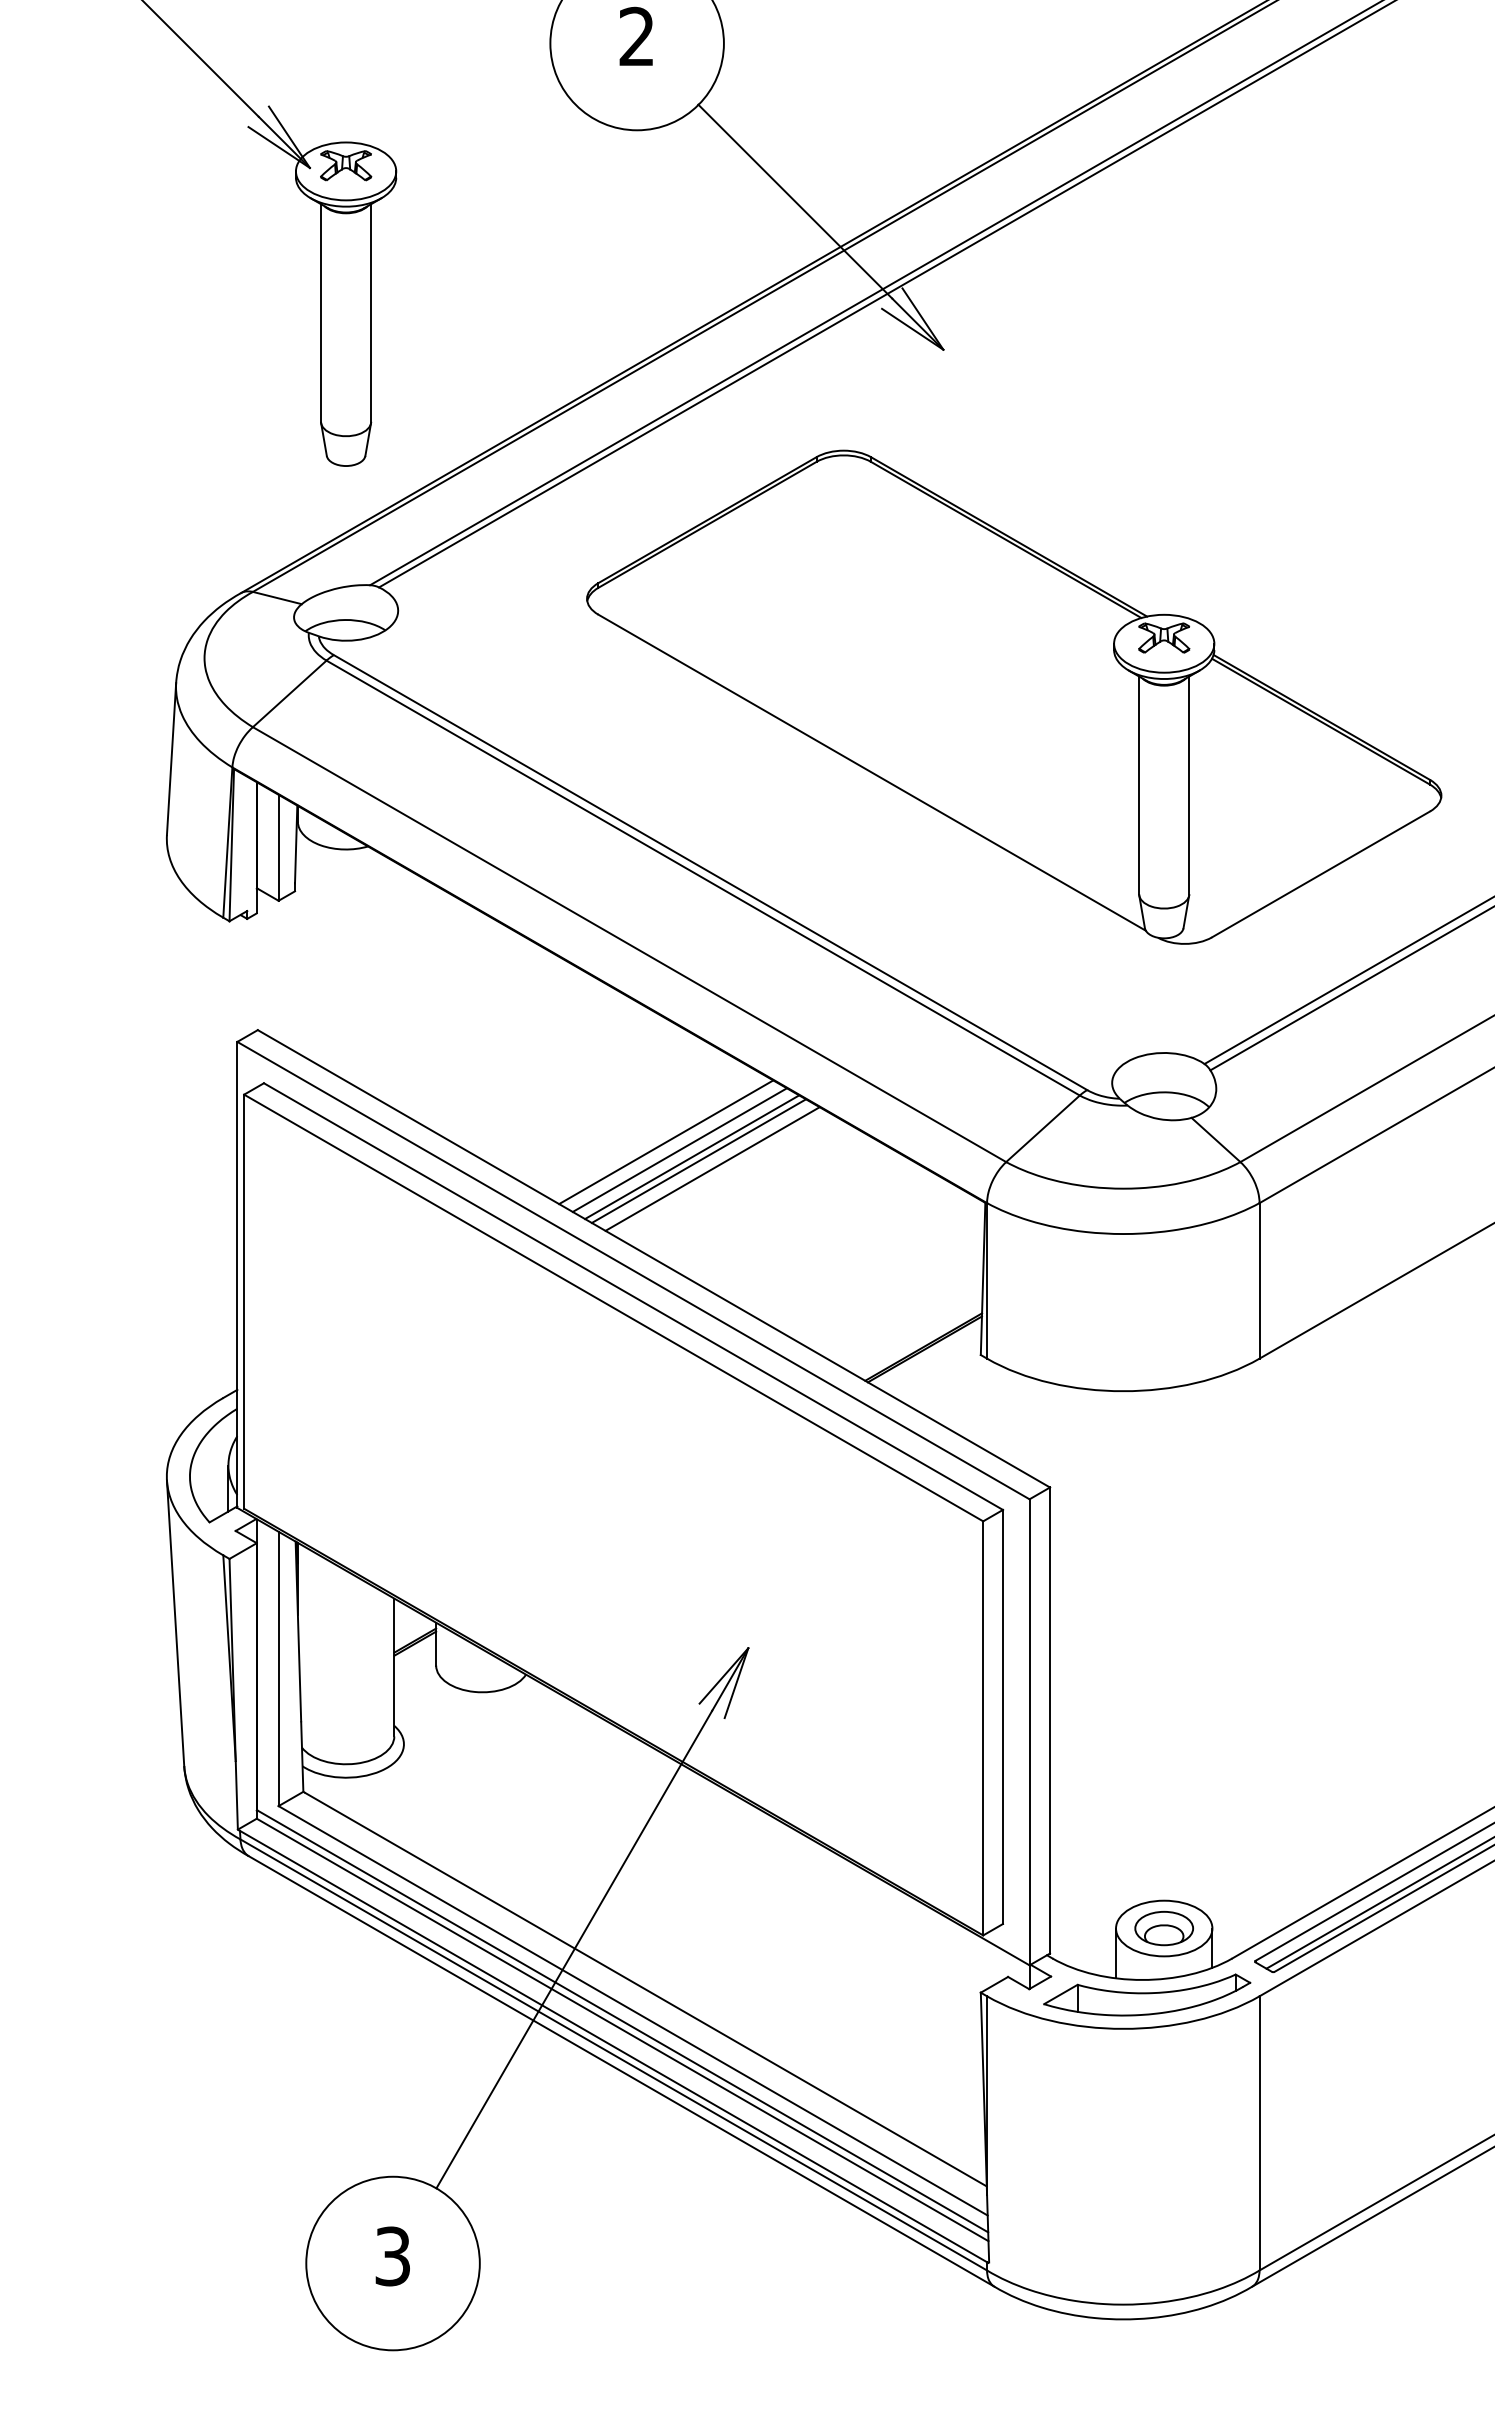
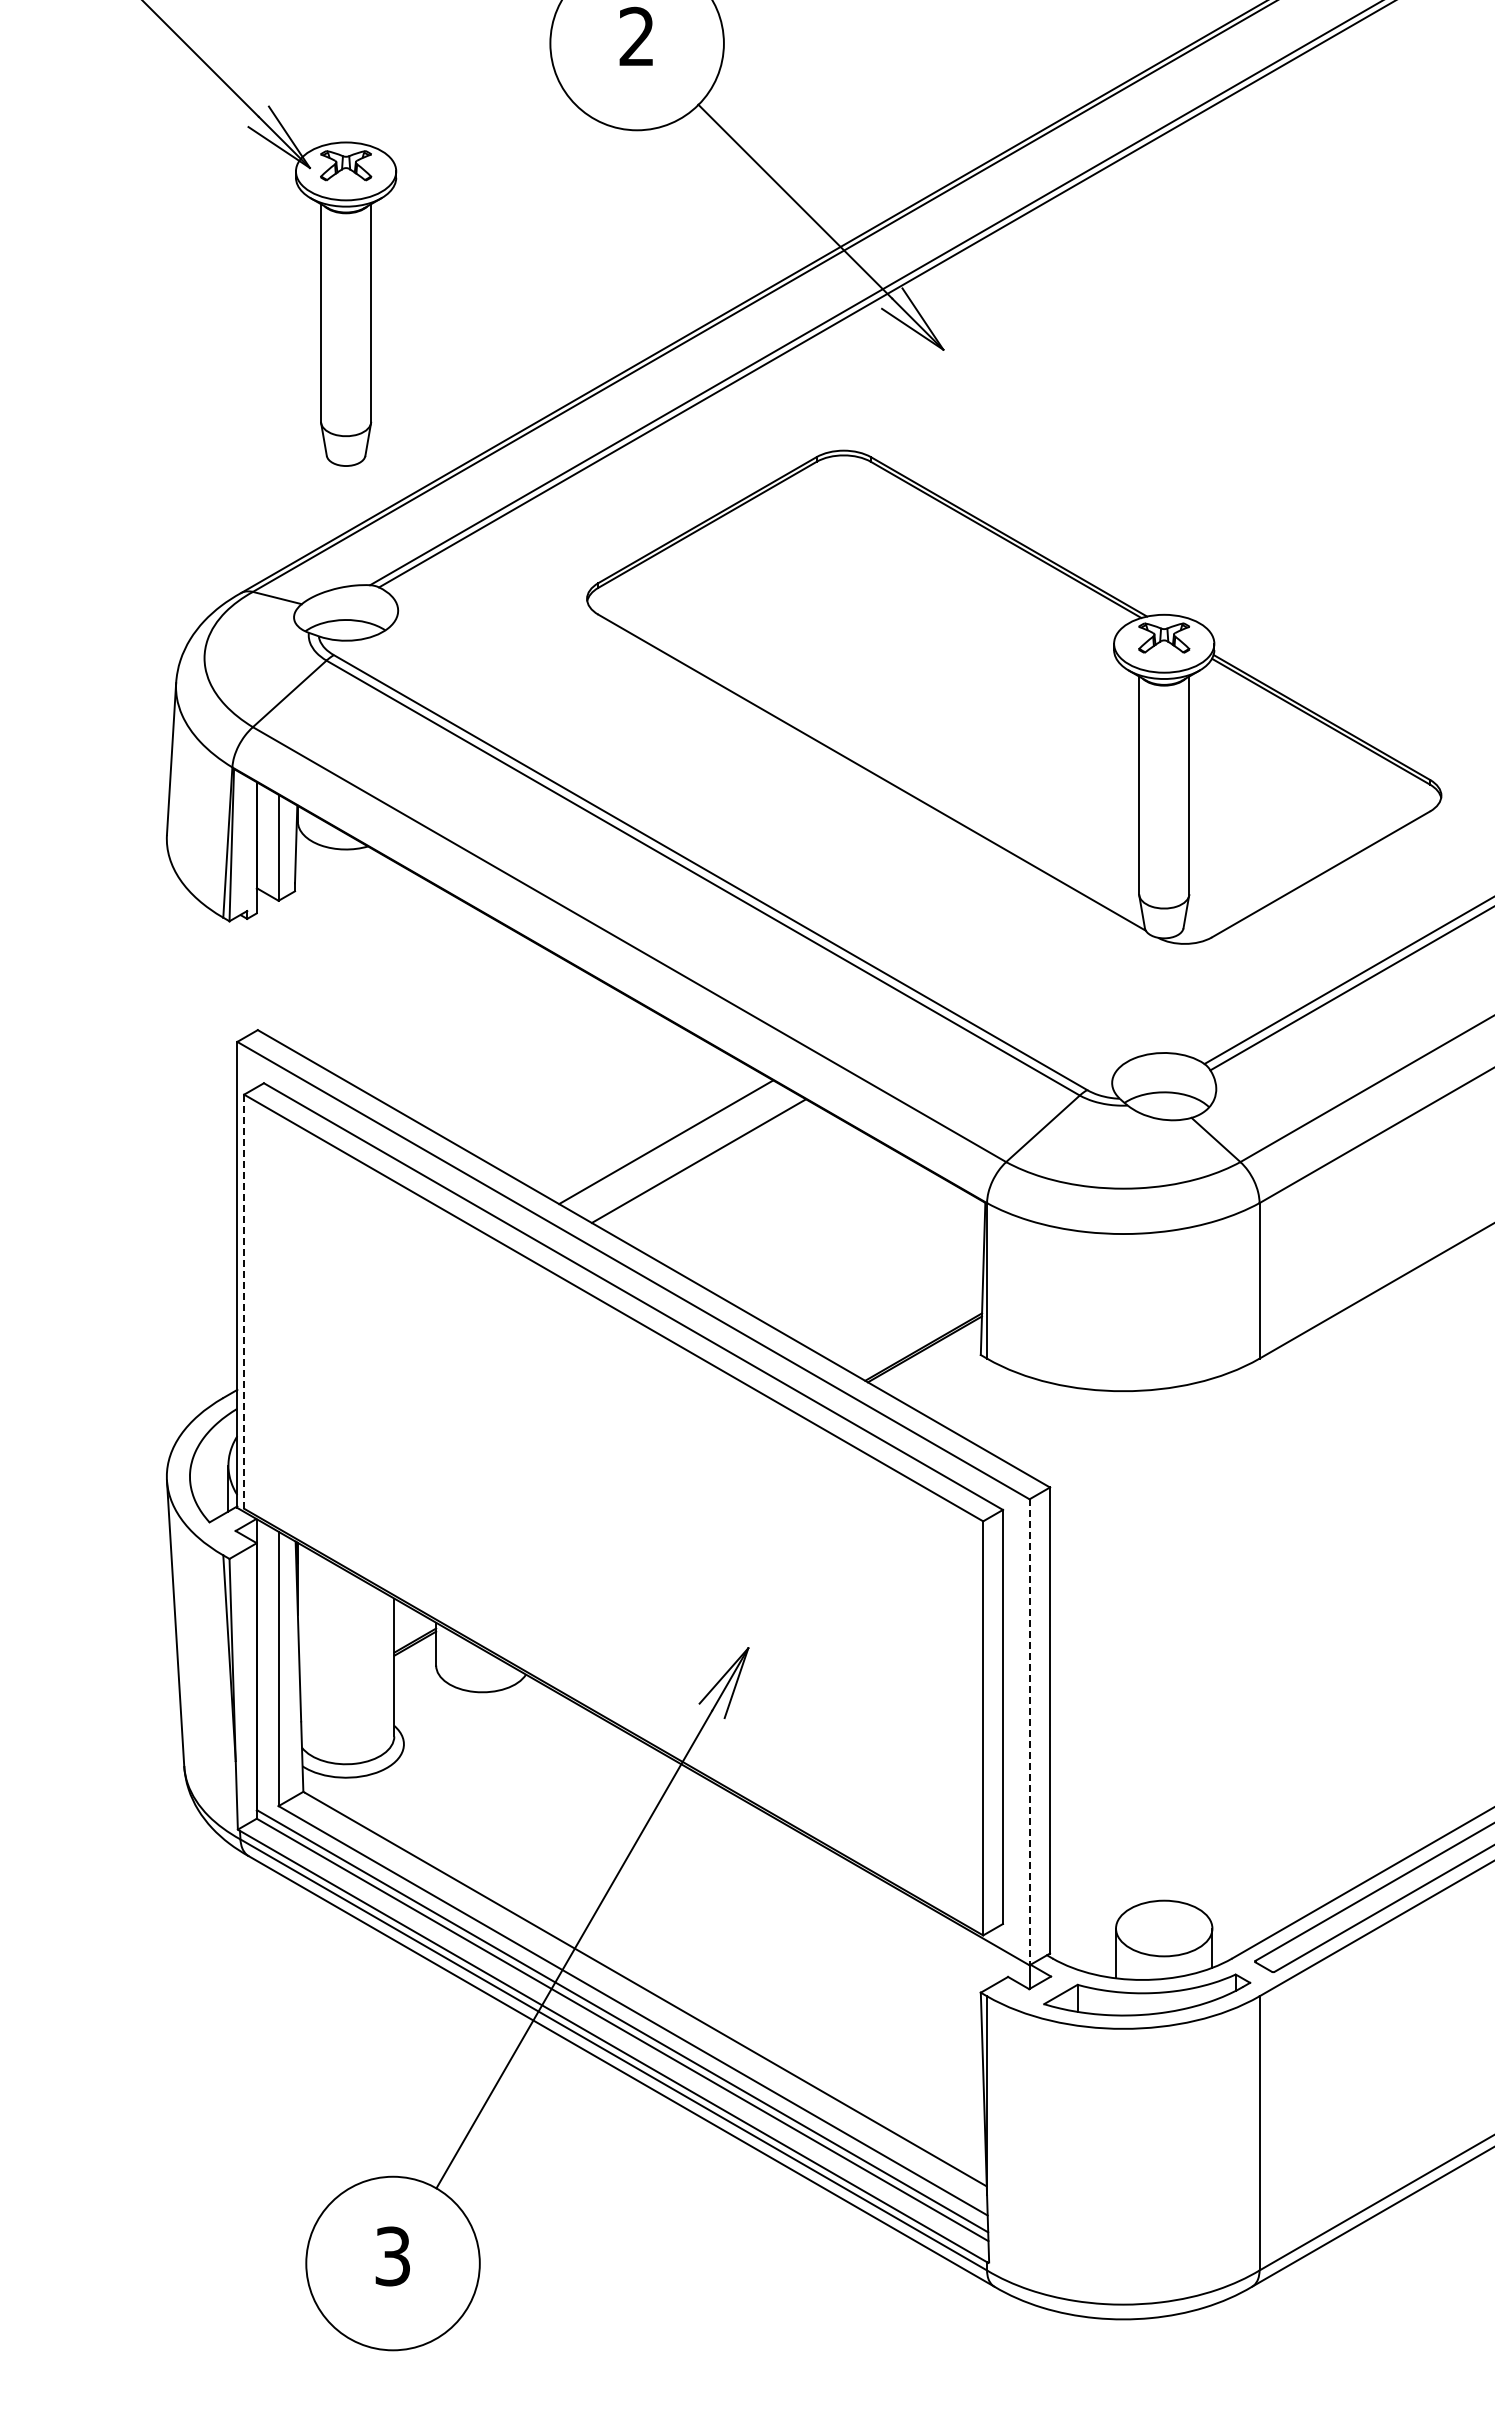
line at (679, 1149): present -> none
line at (692, 1157): present -> none
line at (712, 1168): present -> none
line at (244, 1301): solid -> dashed
line at (1029, 1732): solid -> dashed
line at (1378, 1903): present -> none
part at (1163, 1928): present -> none
